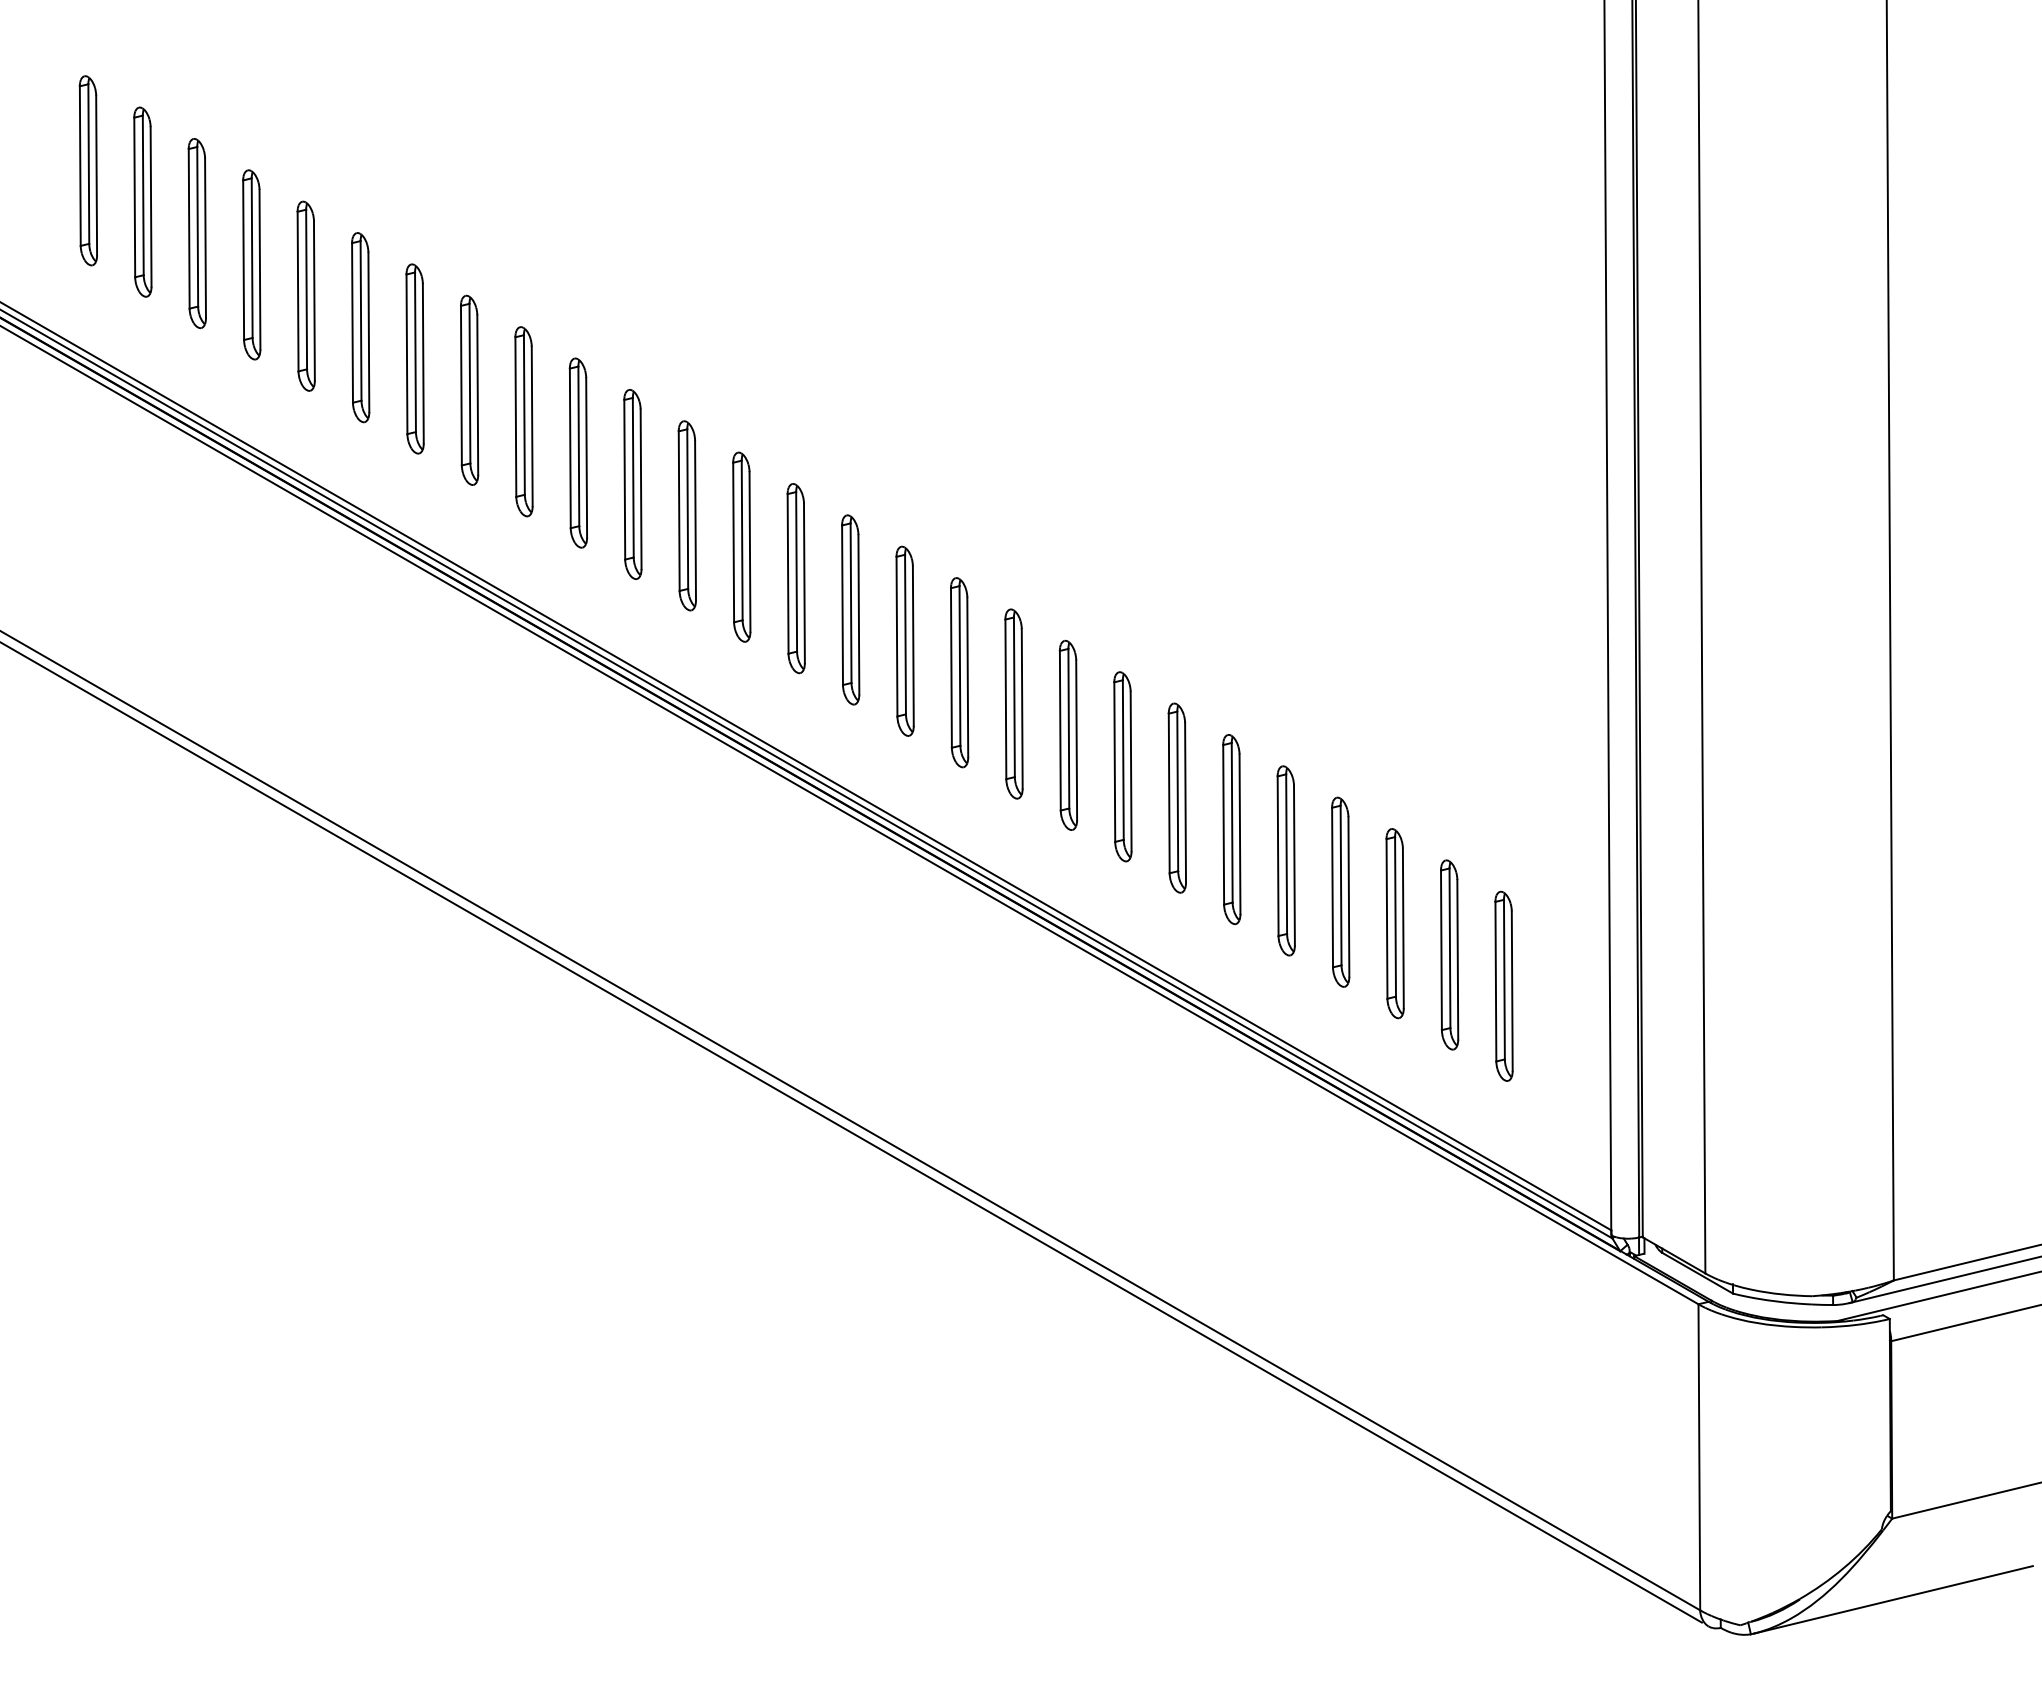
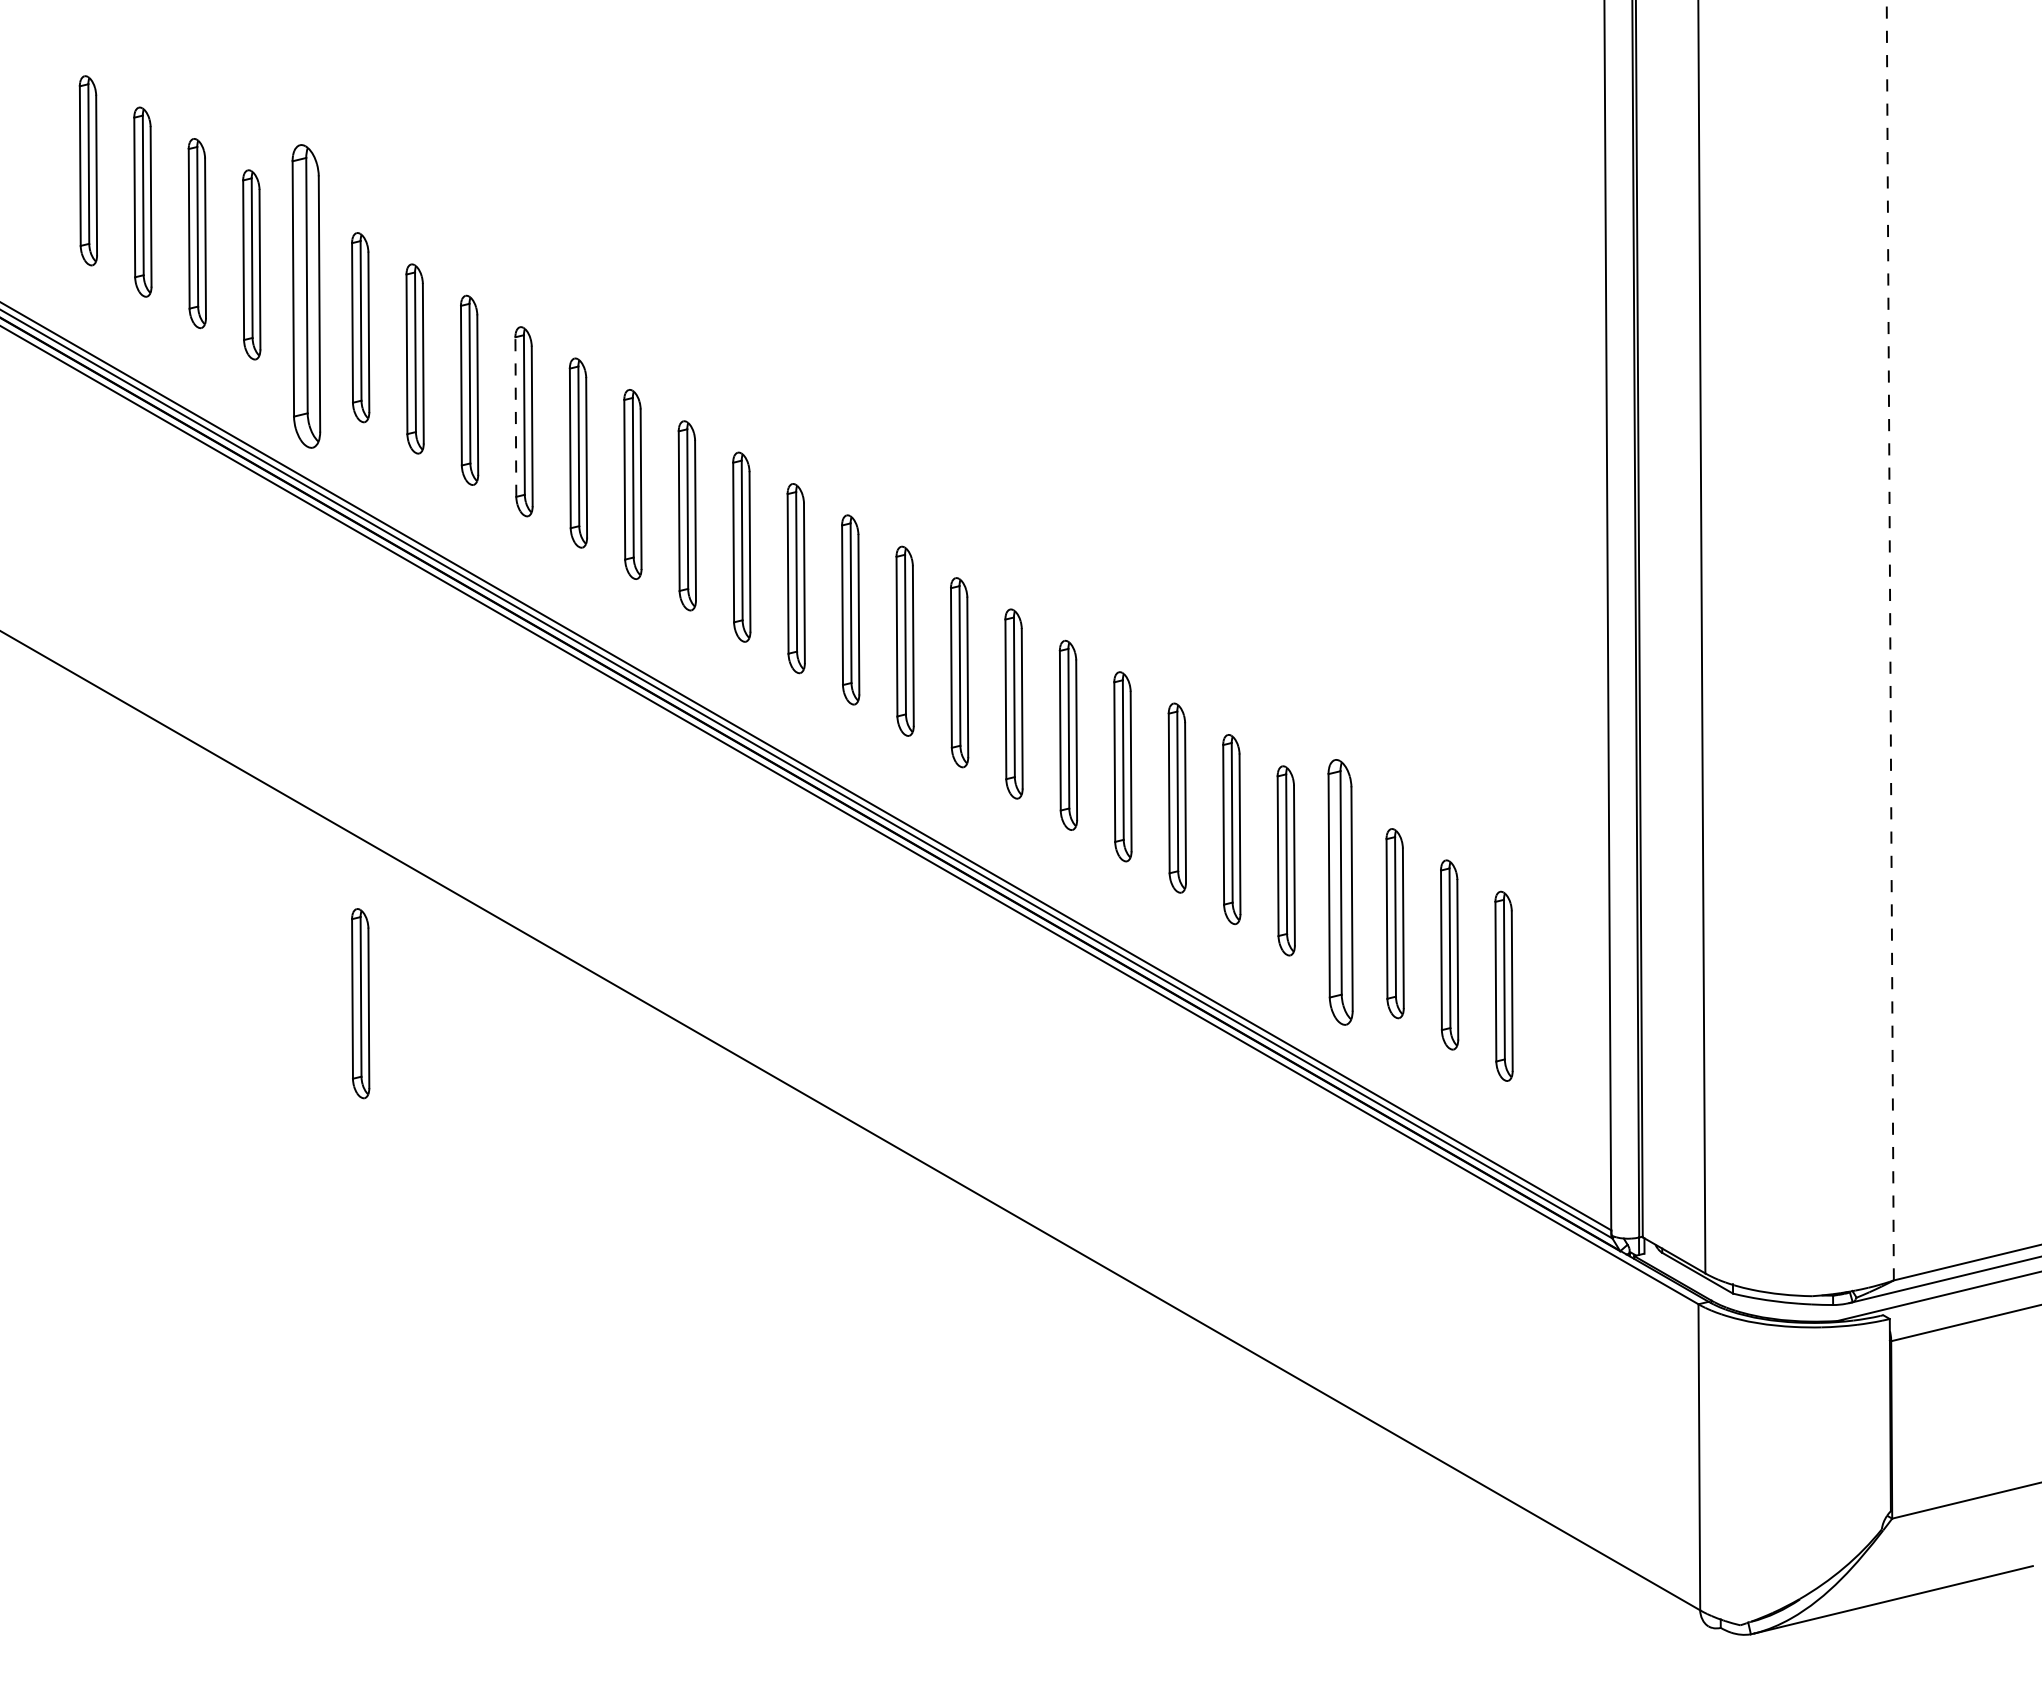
part at (305, 295) size: 20x192 px -> 31x305 px
line at (515, 417): solid -> dashed
line at (1890, 640): solid -> dashed
part at (1340, 891) size: 20x192 px -> 27x267 px
part at (360, 1003): none -> present
line at (851, 1132): present -> none
